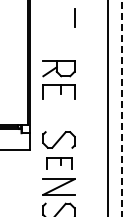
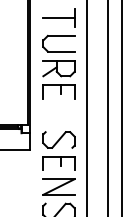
line at (58, 18): none -> present
part at (58, 36): none -> present
line at (86, 107): none -> present
line at (121, 108): dashed -> solid
part at (59, 163) size: 27x13 px -> 34x15 px
